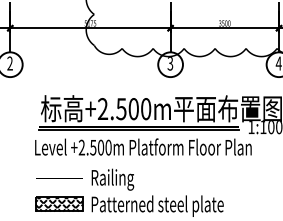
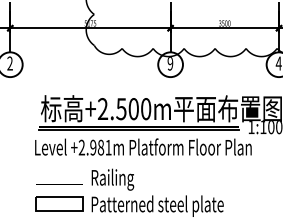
text at (170, 63): 3 -> 9
text at (100, 147): +2.500m -> +2.981m
line at (59, 178) position: (59, 178) -> (59, 184)
hatch at (58, 204): present -> none
